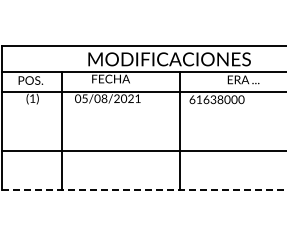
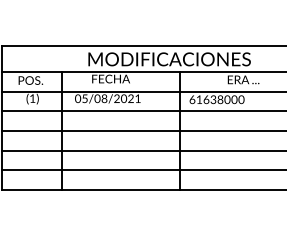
line at (142, 111): none -> present
line at (142, 131): none -> present
line at (142, 170): none -> present
line at (144, 190): dashed -> solid
